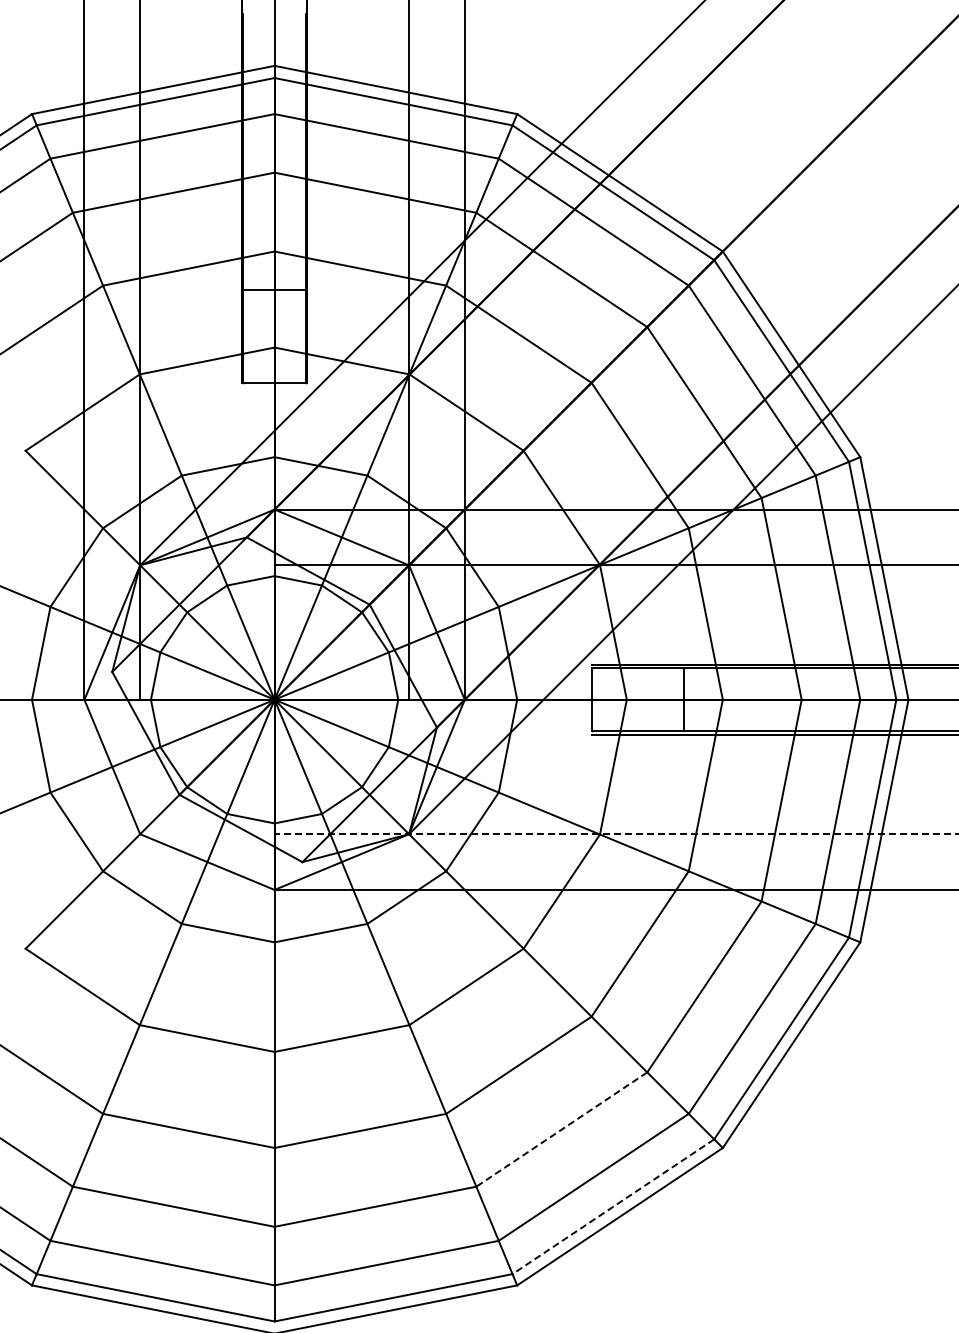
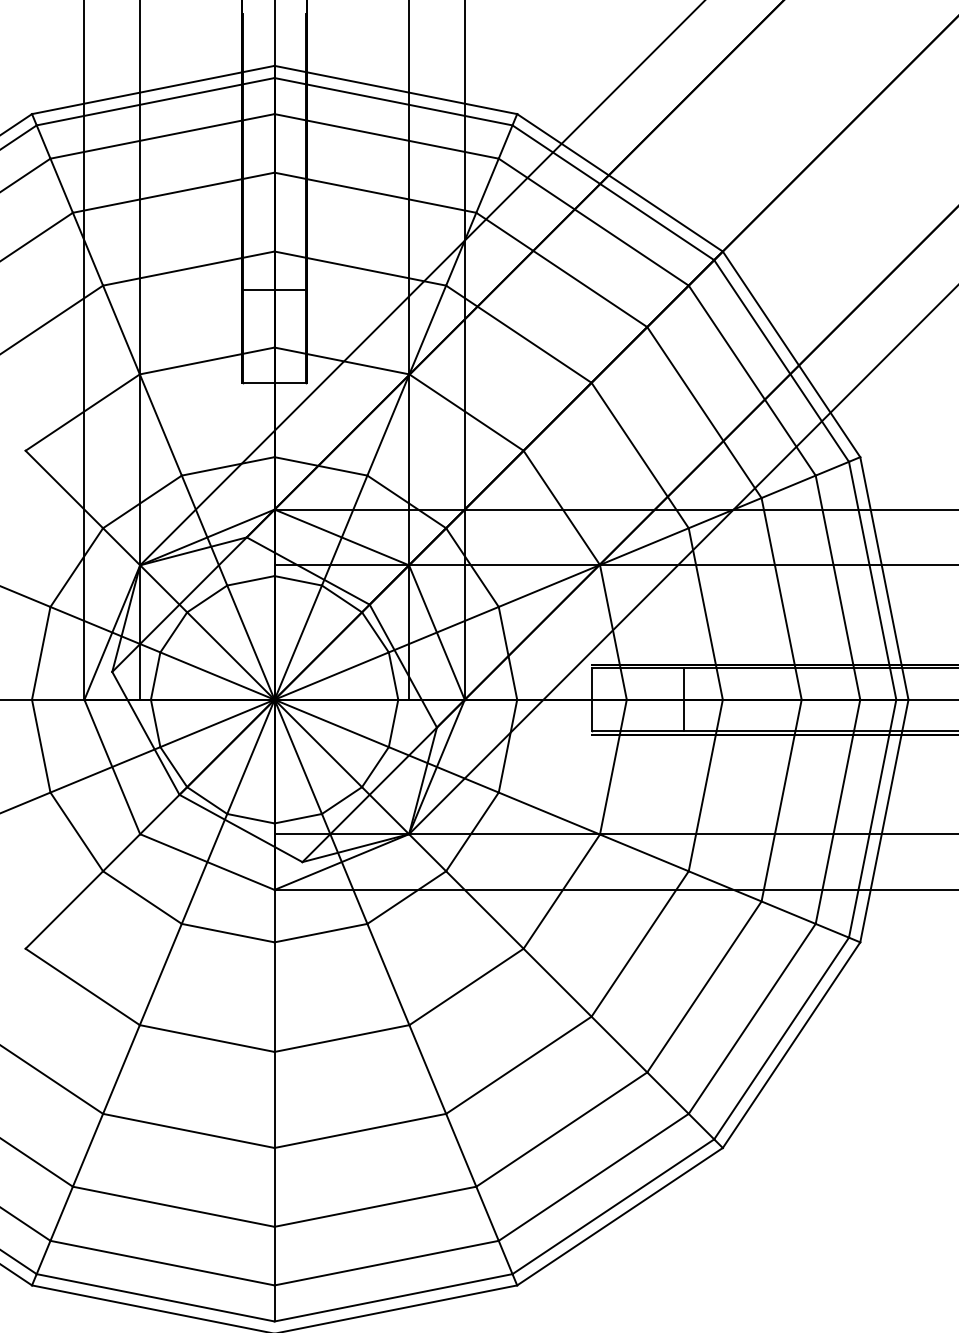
line at (615, 834): dashed -> solid
line at (561, 1129): dashed -> solid
line at (612, 1207): dashed -> solid
